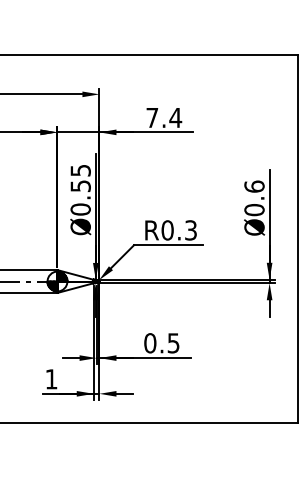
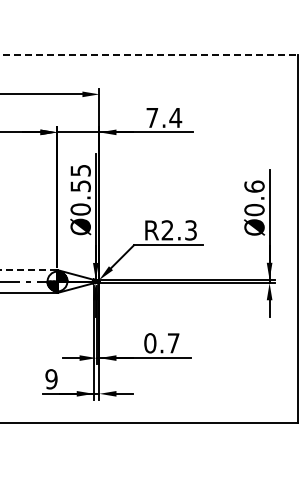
line at (148, 54): solid -> dashed
text at (167, 230): R0.3 -> R2.3
line at (28, 270): solid -> dashed
text at (173, 343): 0.5 -> 0.7
text at (51, 379): 1 -> 9
